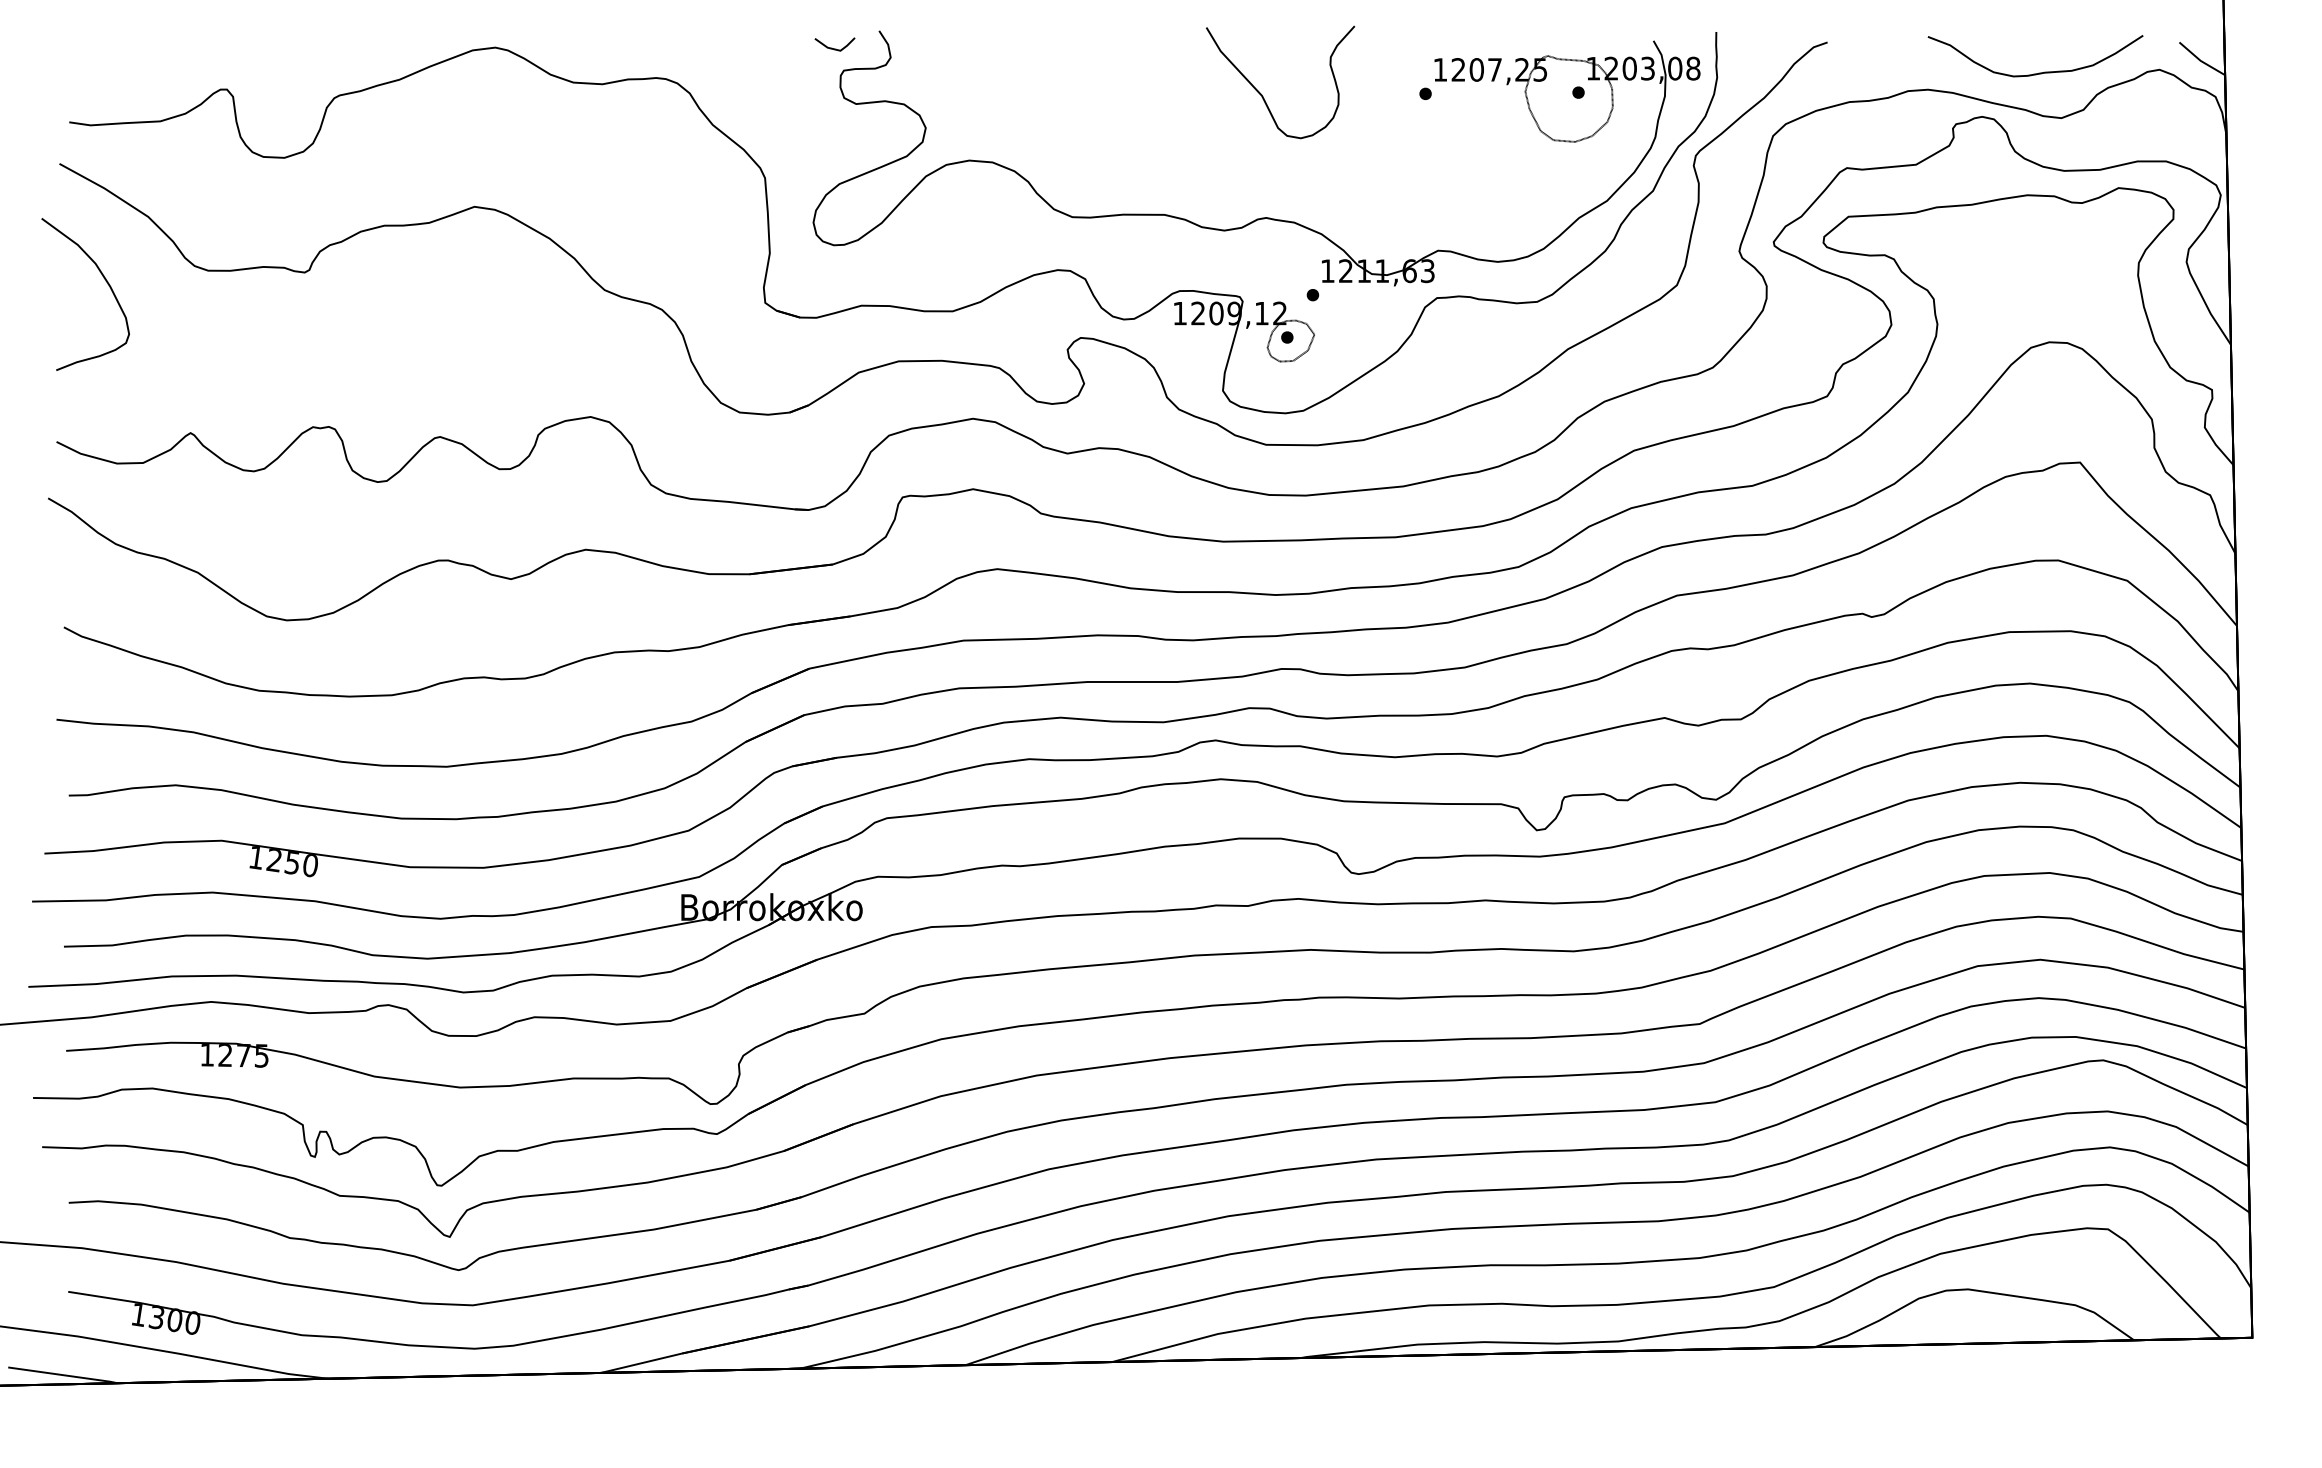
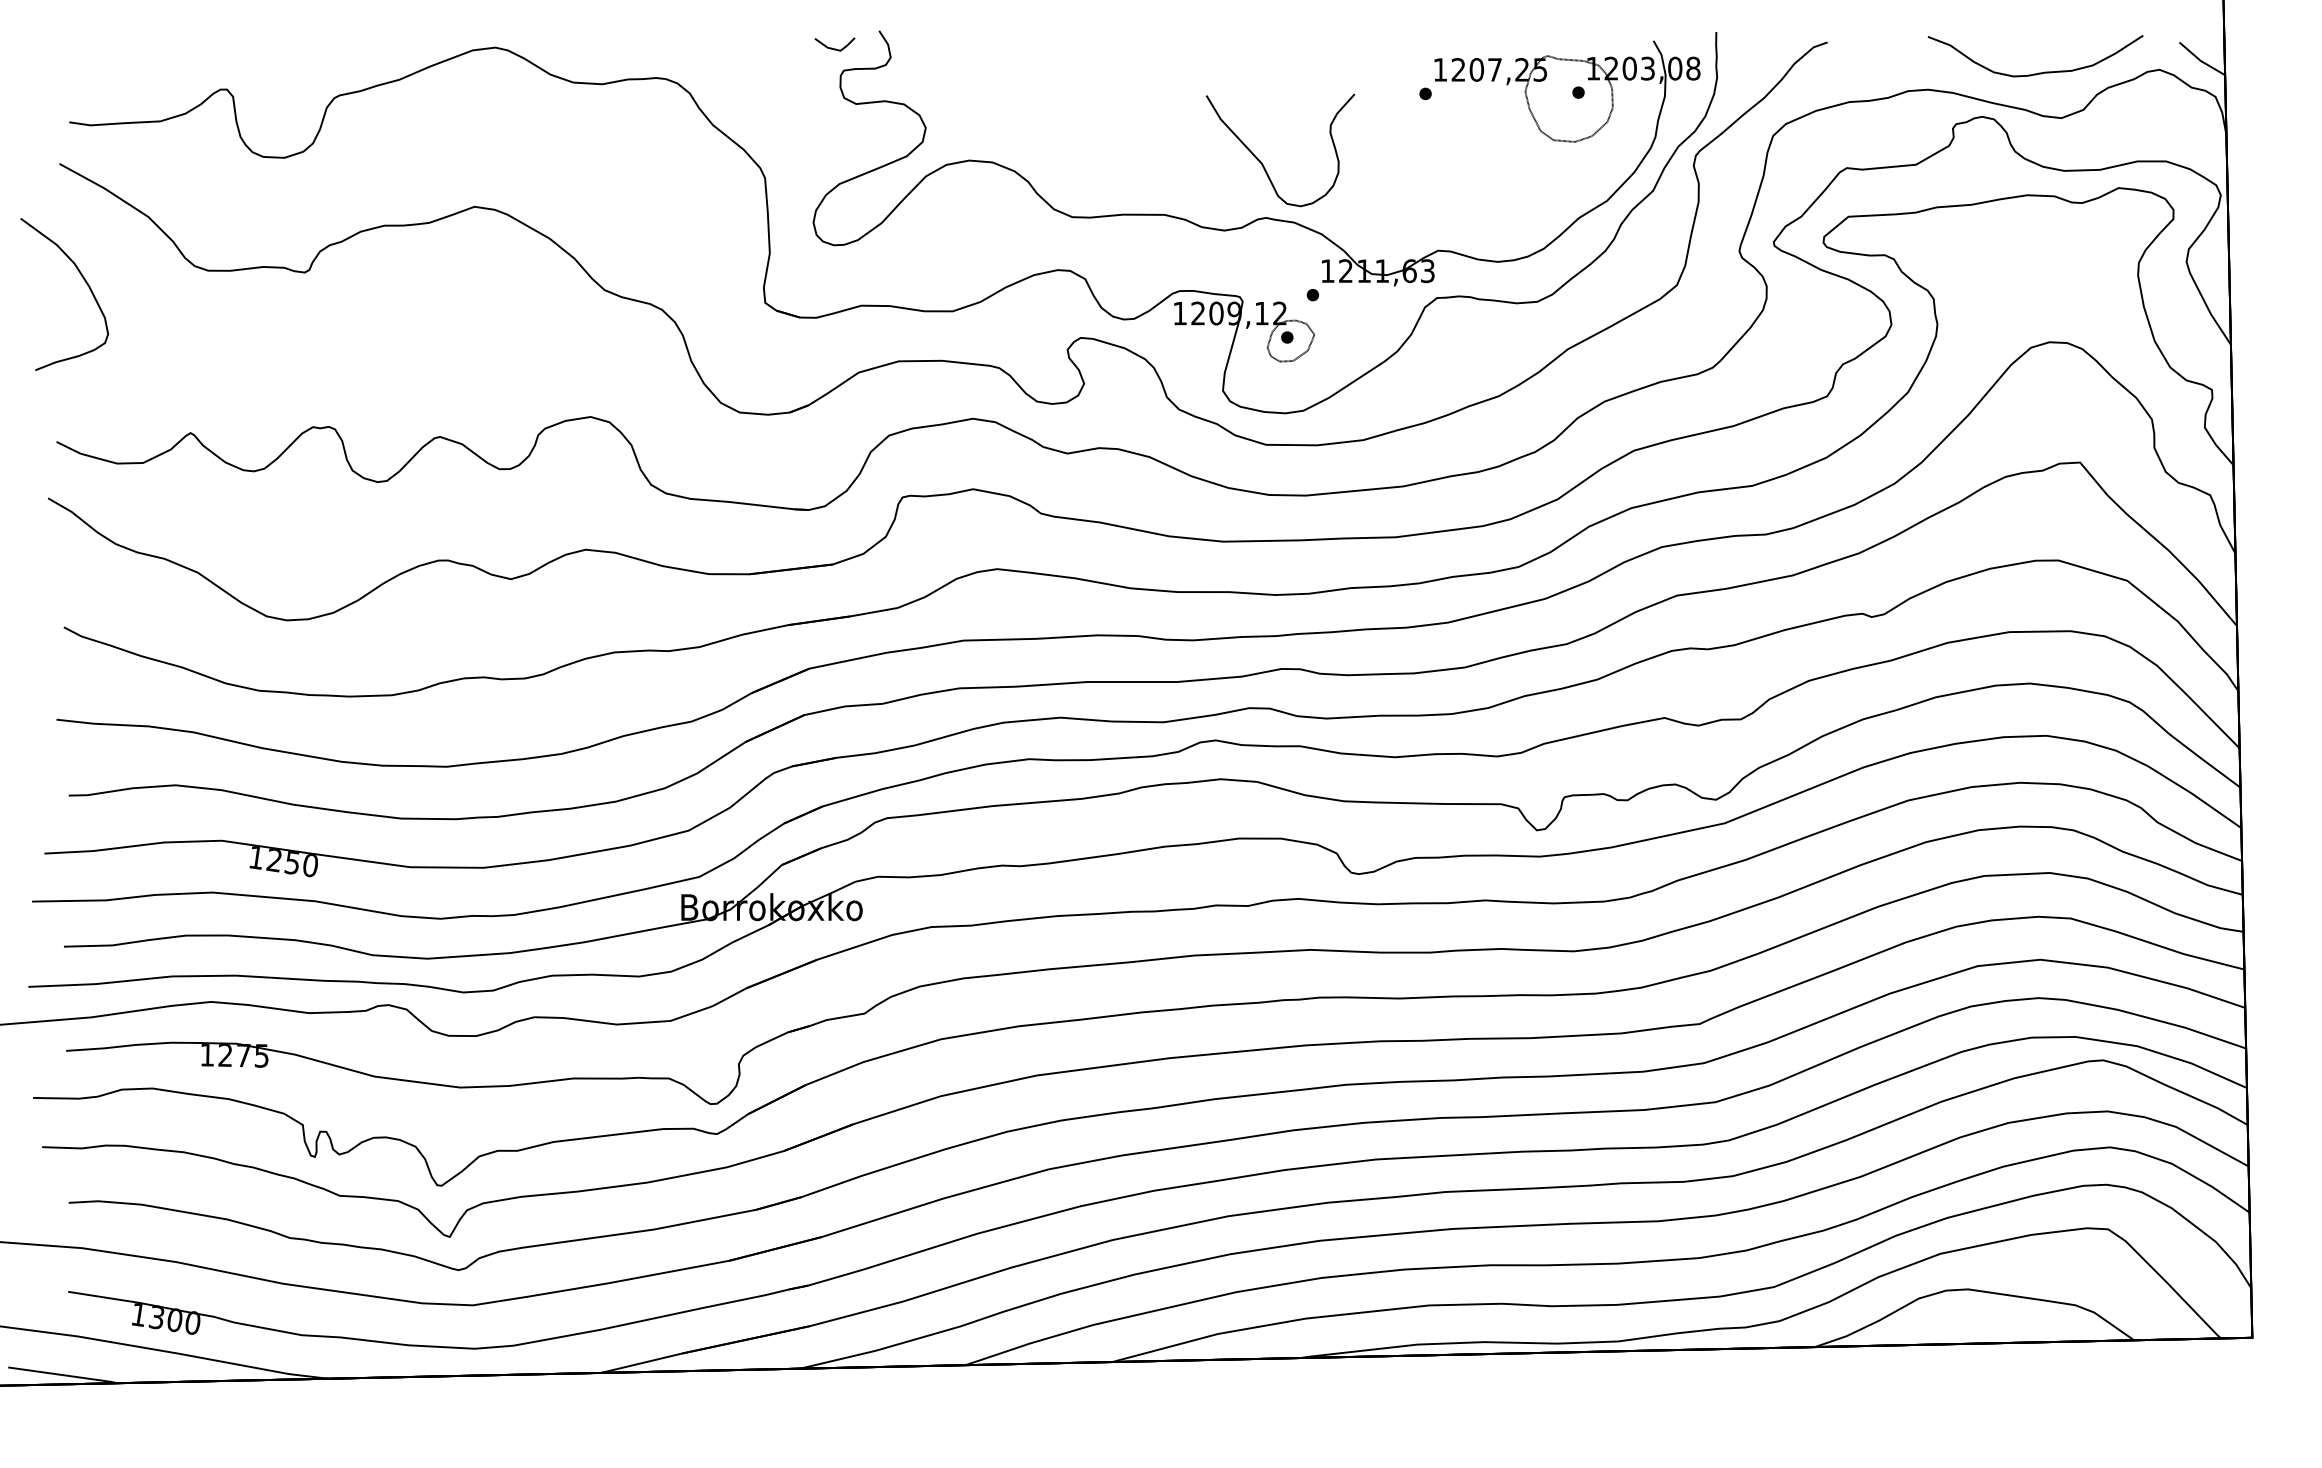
curve at (1262, 94) position: (1262, 94) -> (1262, 162)
curve at (105, 281) position: (105, 281) -> (84, 281)
